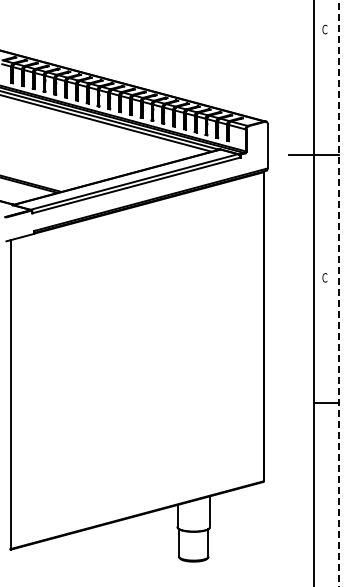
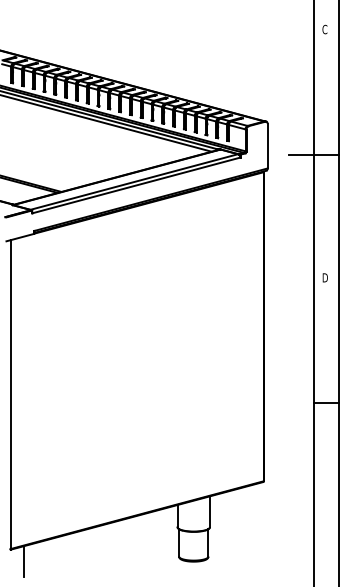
text at (324, 277): C -> D
line at (338, 292): dashed -> solid
line at (23, 561): none -> present
